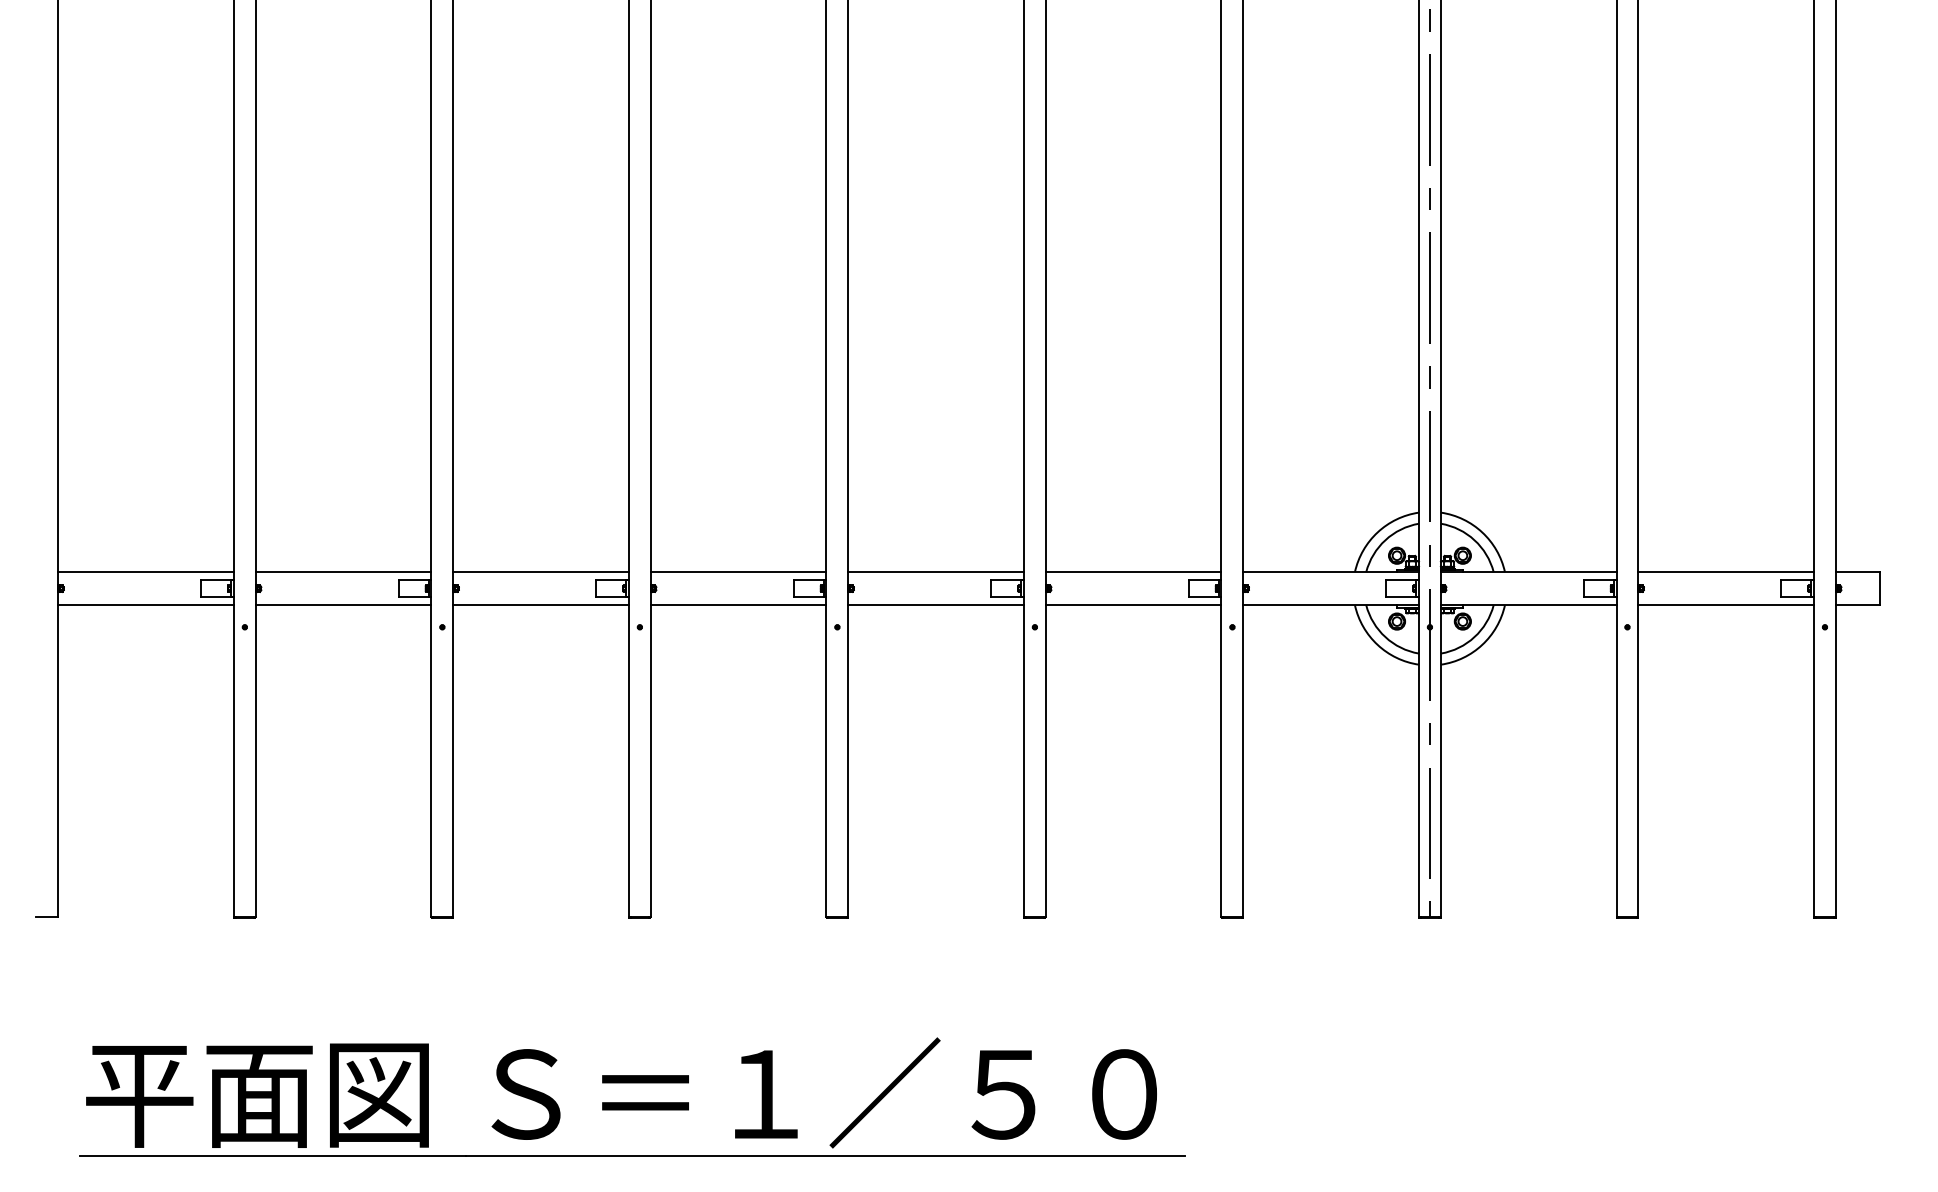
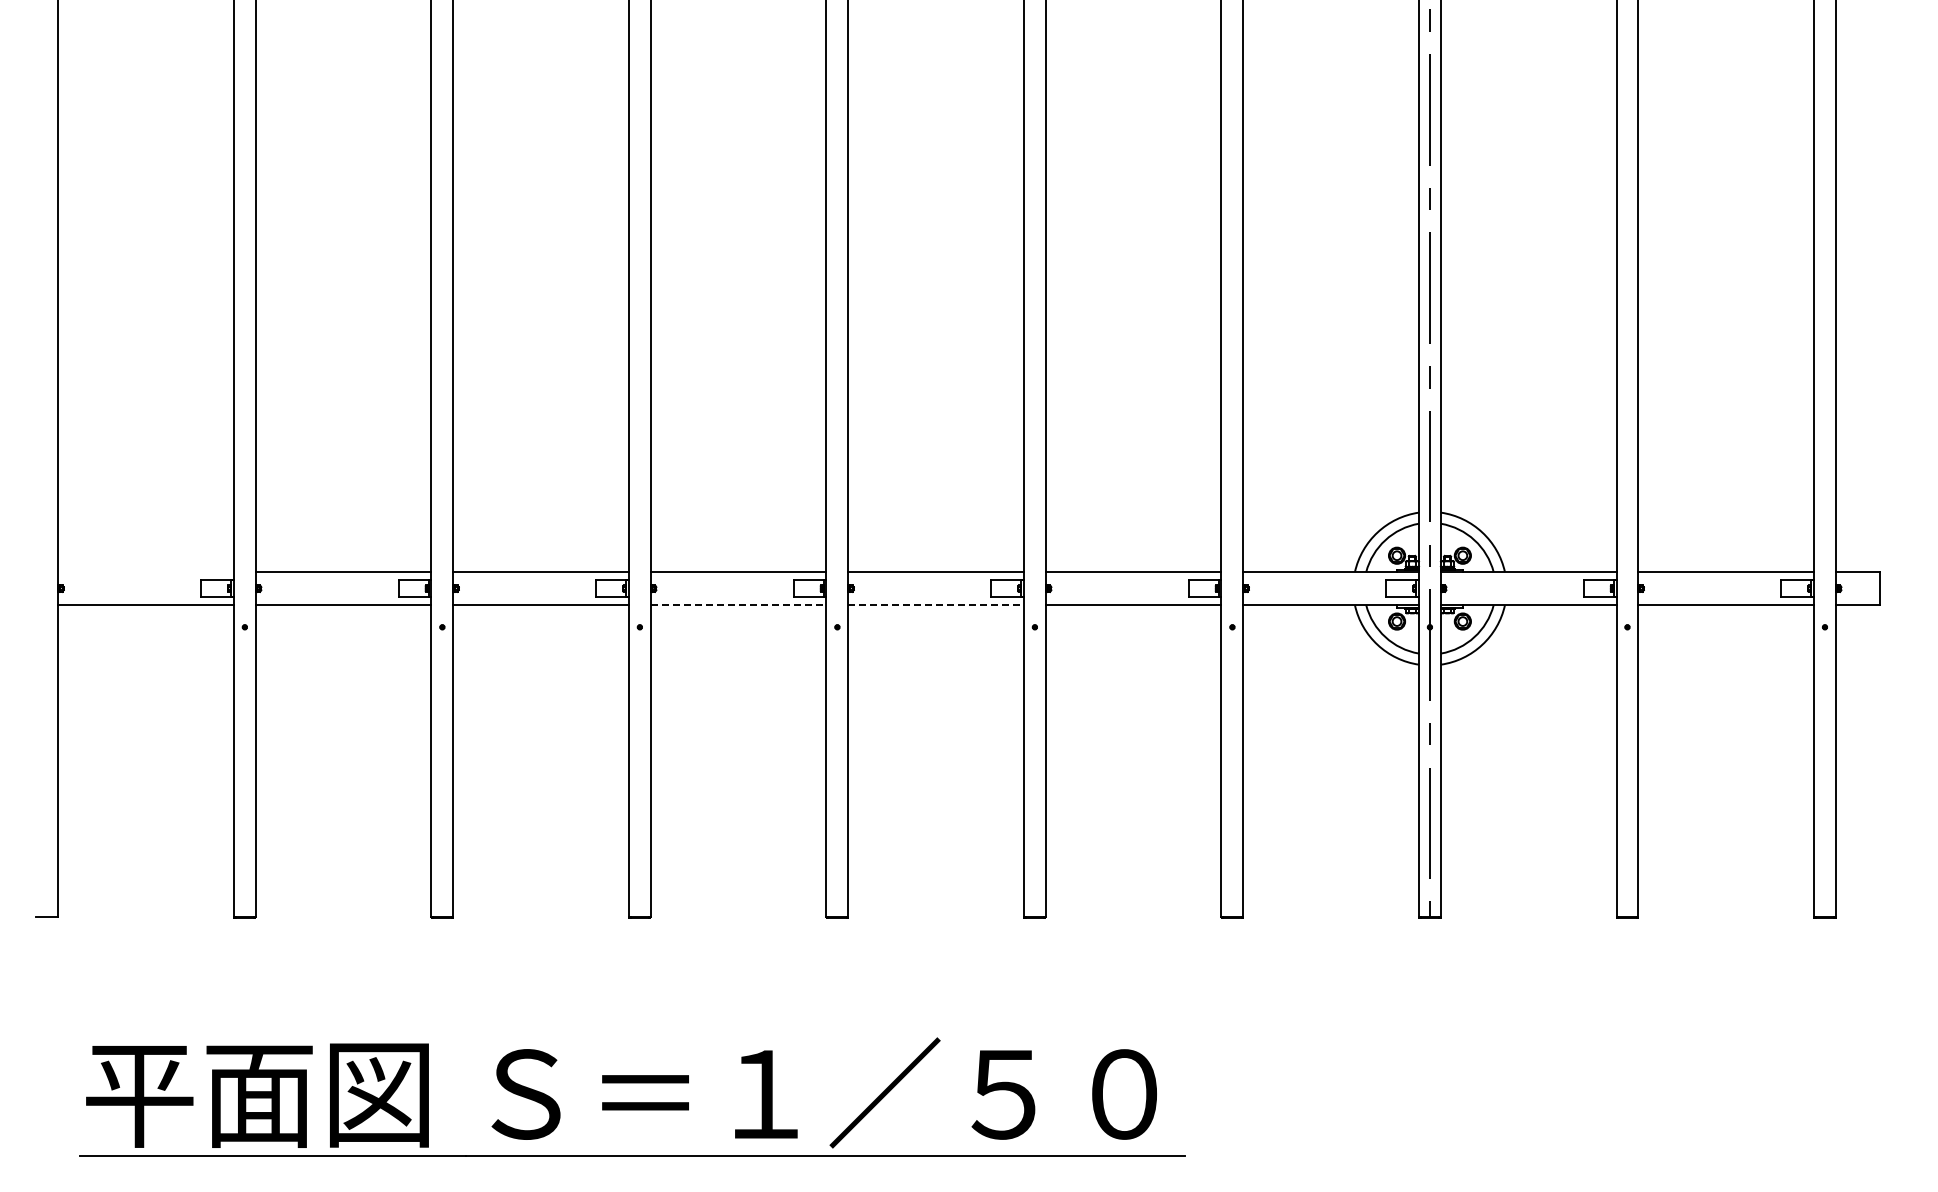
line at (145, 572): present -> none
line at (738, 605): solid -> dashed
line at (936, 605): solid -> dashed
